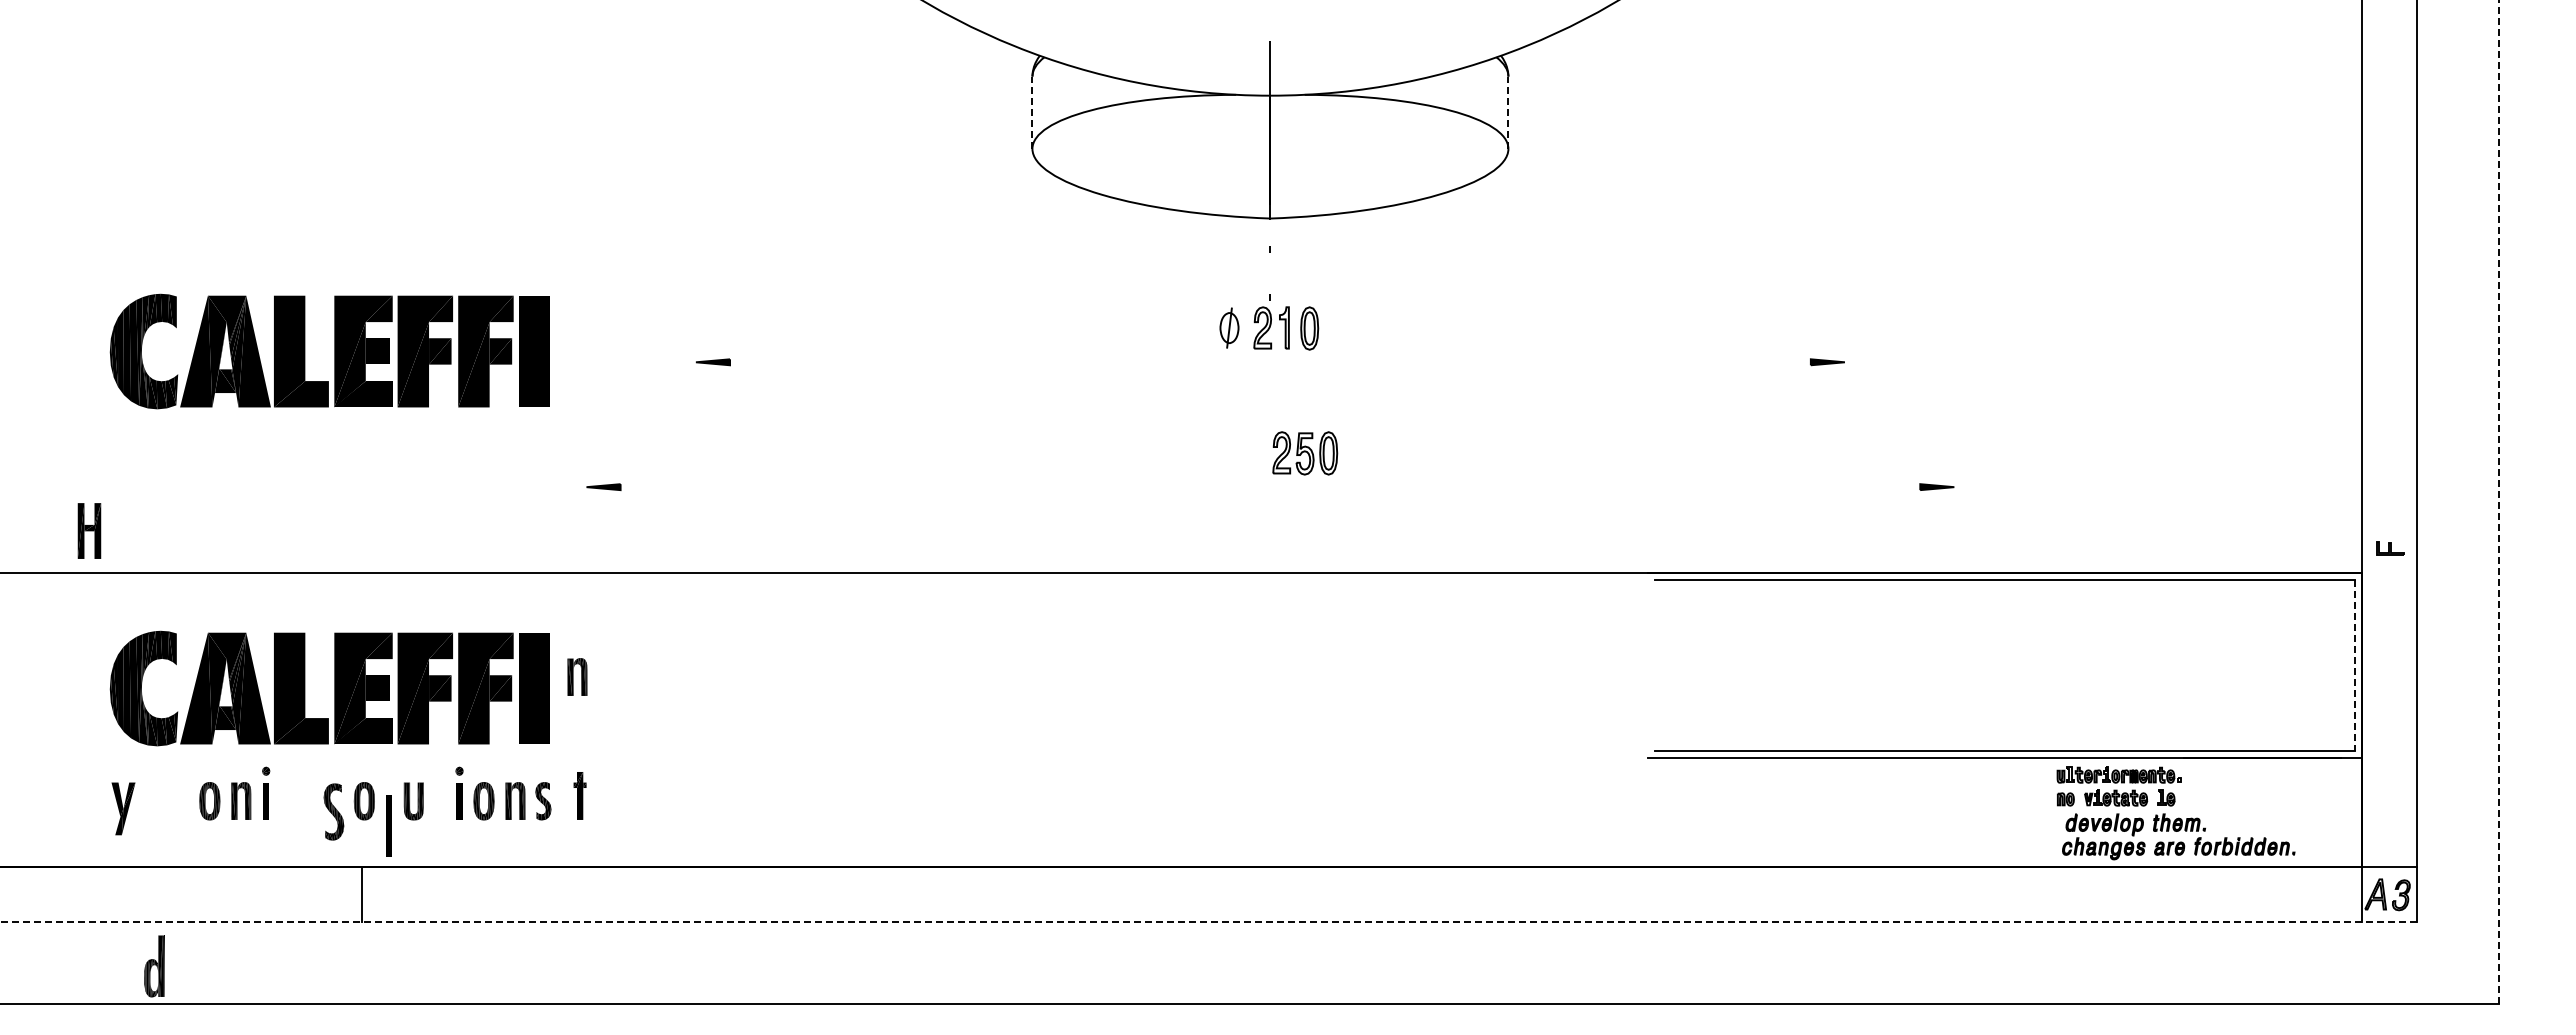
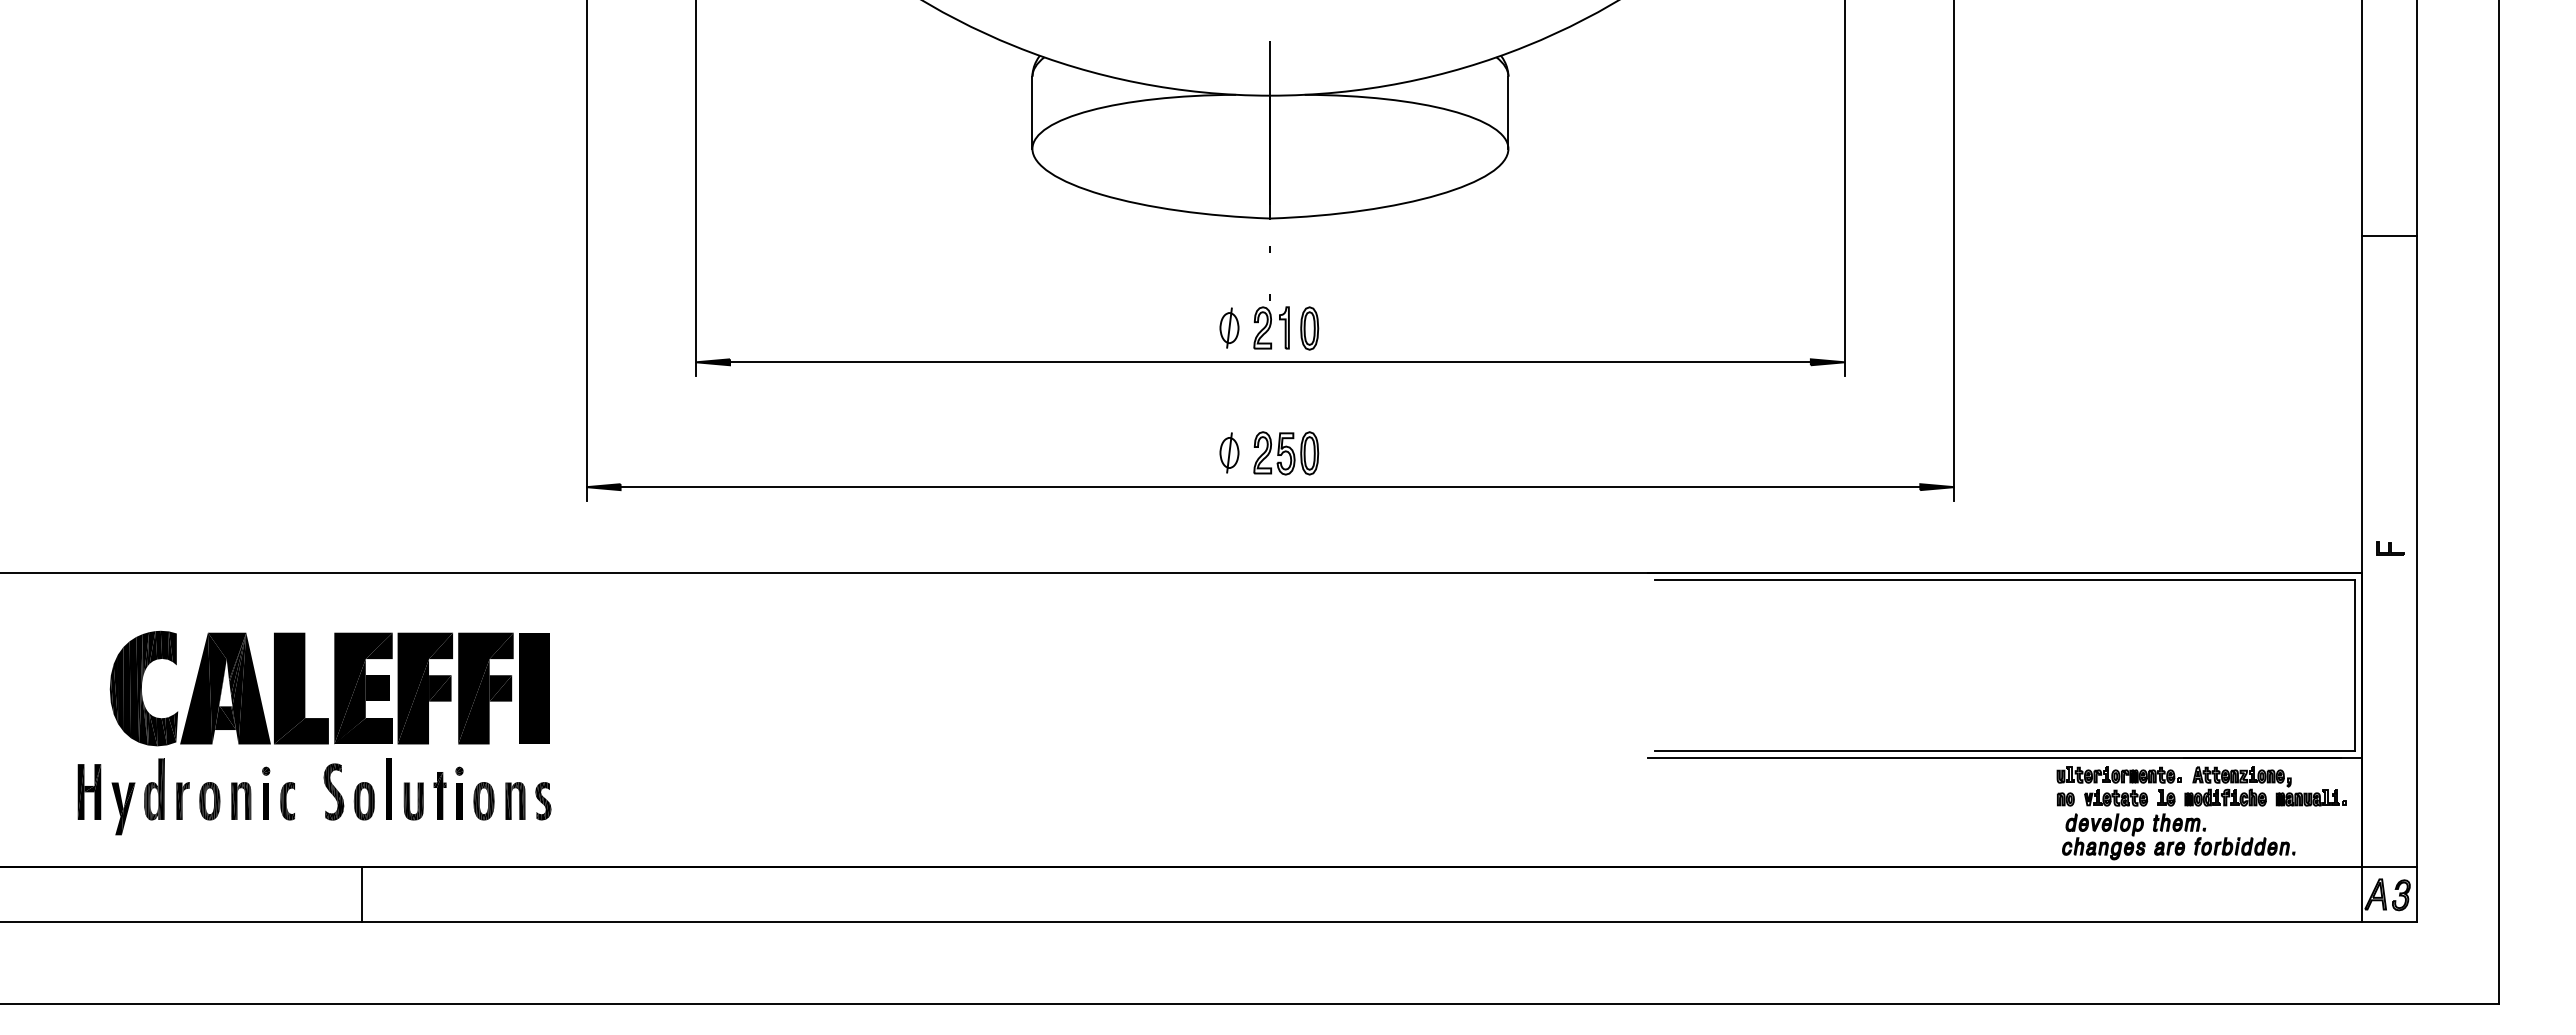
line at (1032, 112): dashed -> solid
line at (1508, 112): dashed -> solid
line at (695, 188): none -> present
line at (1844, 188): none -> present
line at (2388, 235): none -> present
line at (586, 251): none -> present
line at (1954, 251): none -> present
part at (329, 351): present -> none
line at (1270, 362): none -> present
part at (1229, 452): none -> present
part at (1305, 453) position: (1305, 453) -> (1286, 453)
line at (1270, 487): none -> present
line at (2498, 501): dashed -> solid
part at (89, 530) position: (89, 530) -> (89, 791)
line at (2355, 665): dashed -> solid
part at (577, 676): present -> none
part at (2265, 786): none -> present
part at (579, 795) position: (579, 795) -> (439, 795)
part at (182, 800): none -> present
part at (287, 801): none -> present
part at (333, 811) position: (333, 811) -> (333, 791)
part at (388, 825) position: (388, 825) -> (388, 788)
line at (1208, 921): dashed -> solid
part at (154, 966) position: (154, 966) -> (154, 789)
